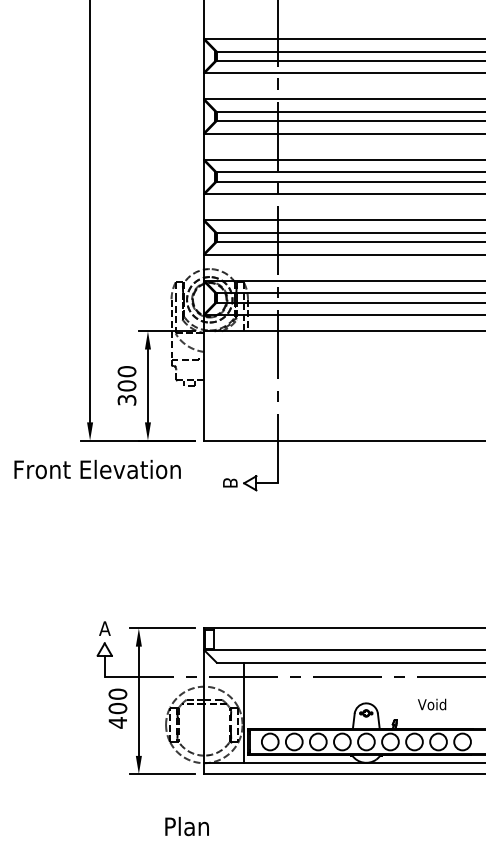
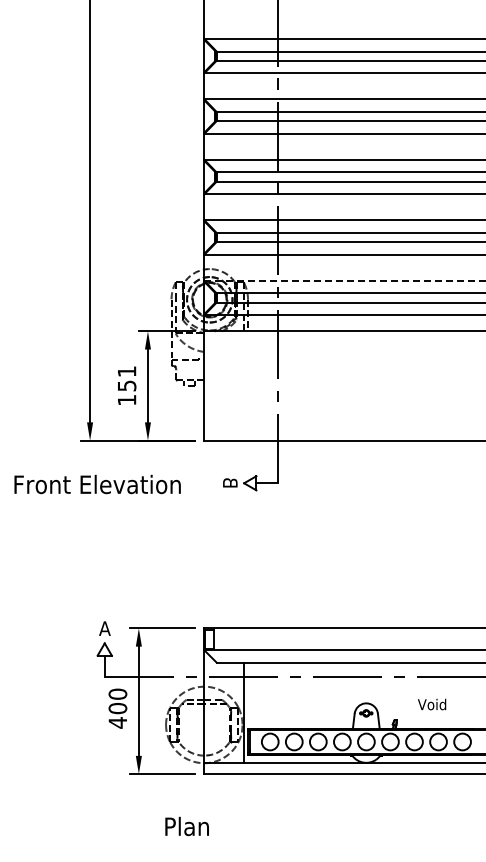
line at (345, 280): solid -> dashed
text at (126, 385): 300 -> 151
text at (97, 469) position: (97, 469) -> (97, 484)
